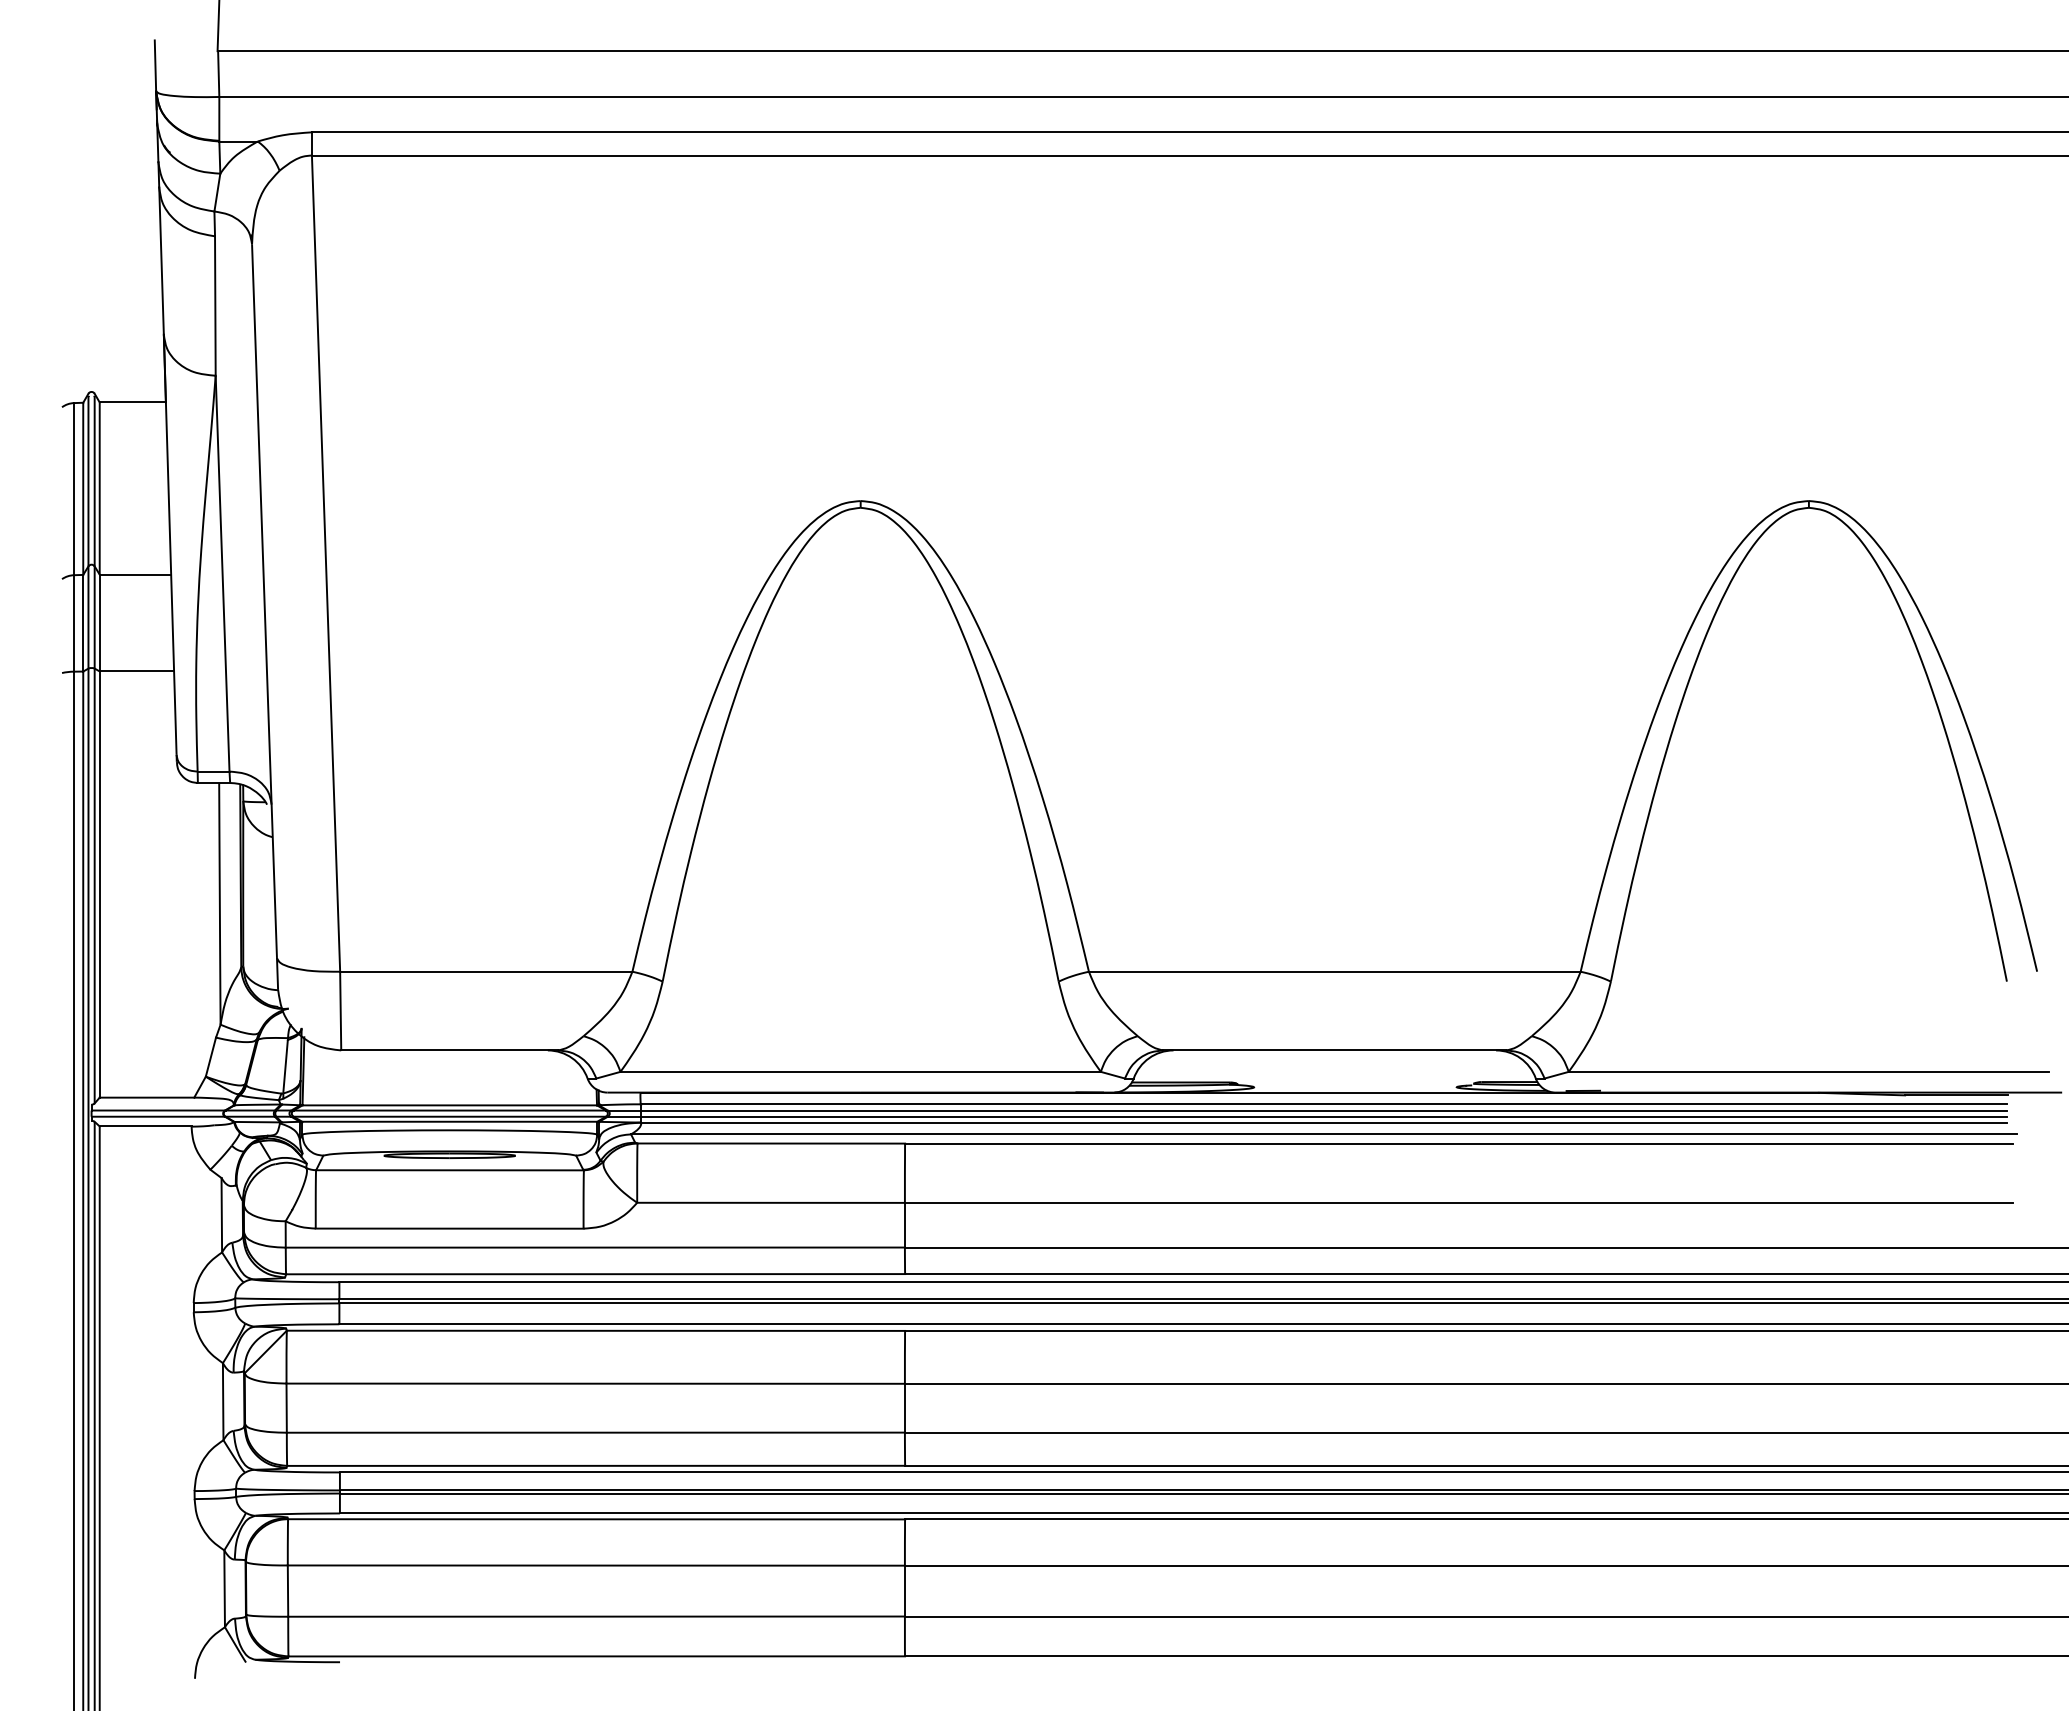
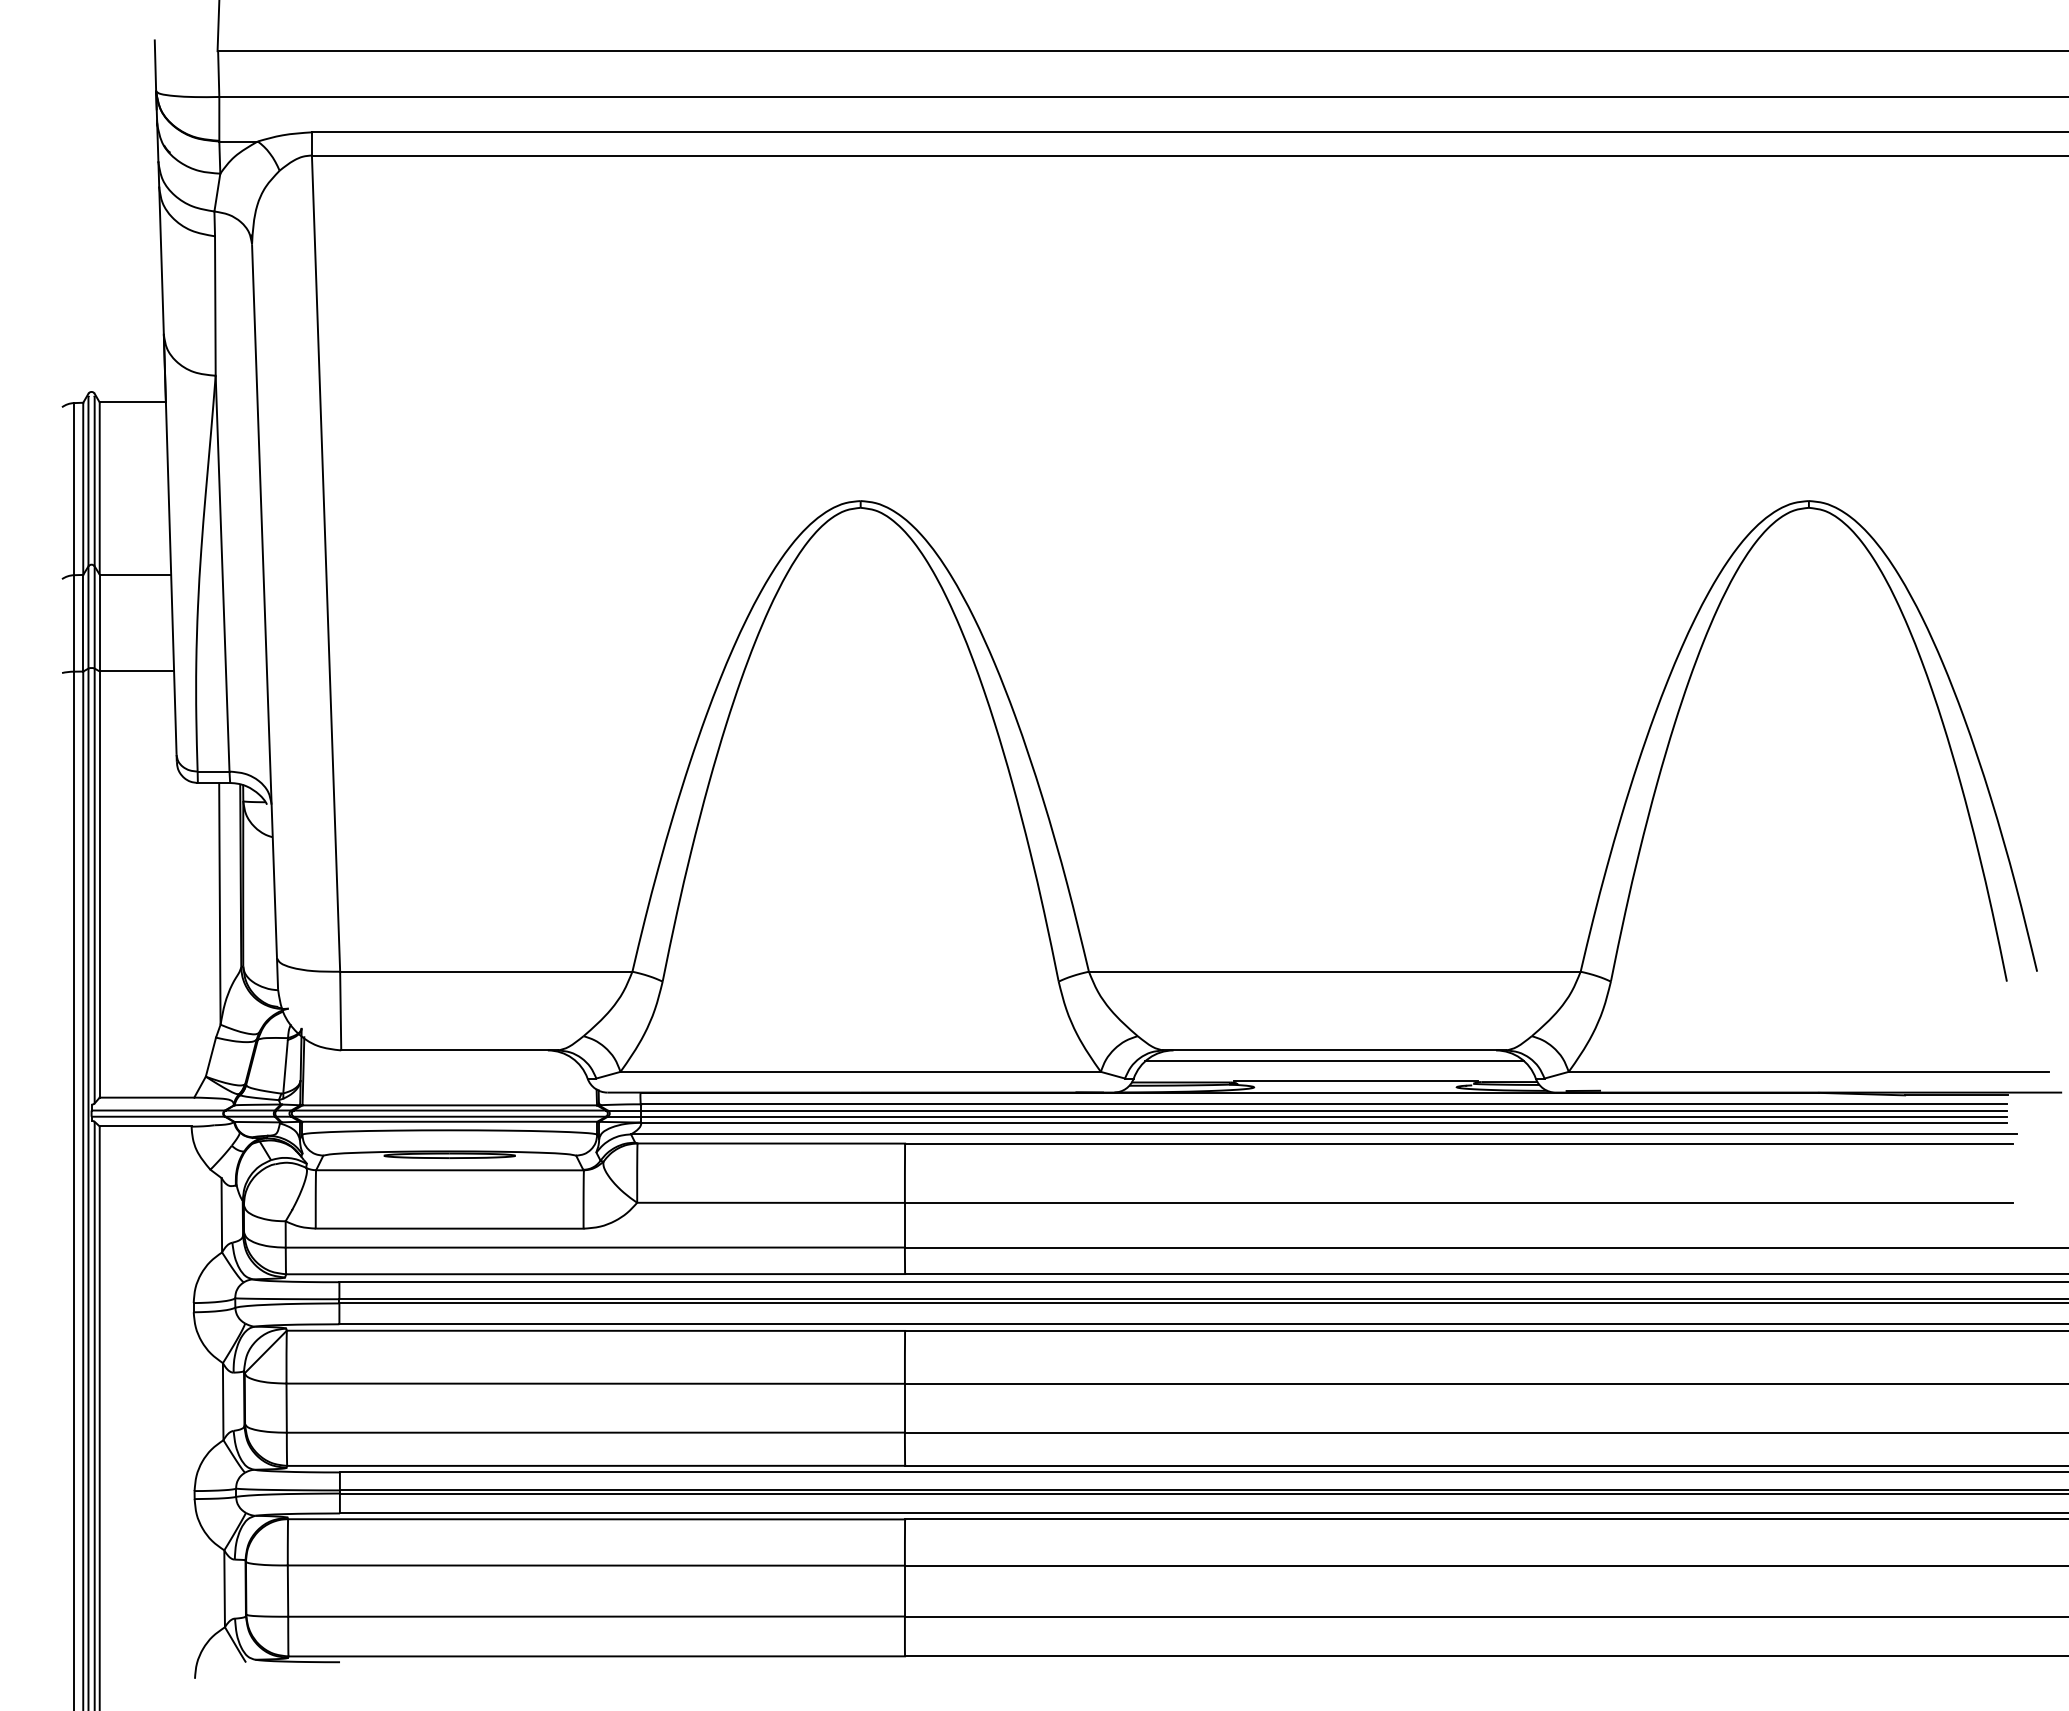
line at (1334, 1061): none -> present
line at (1355, 1080): none -> present
